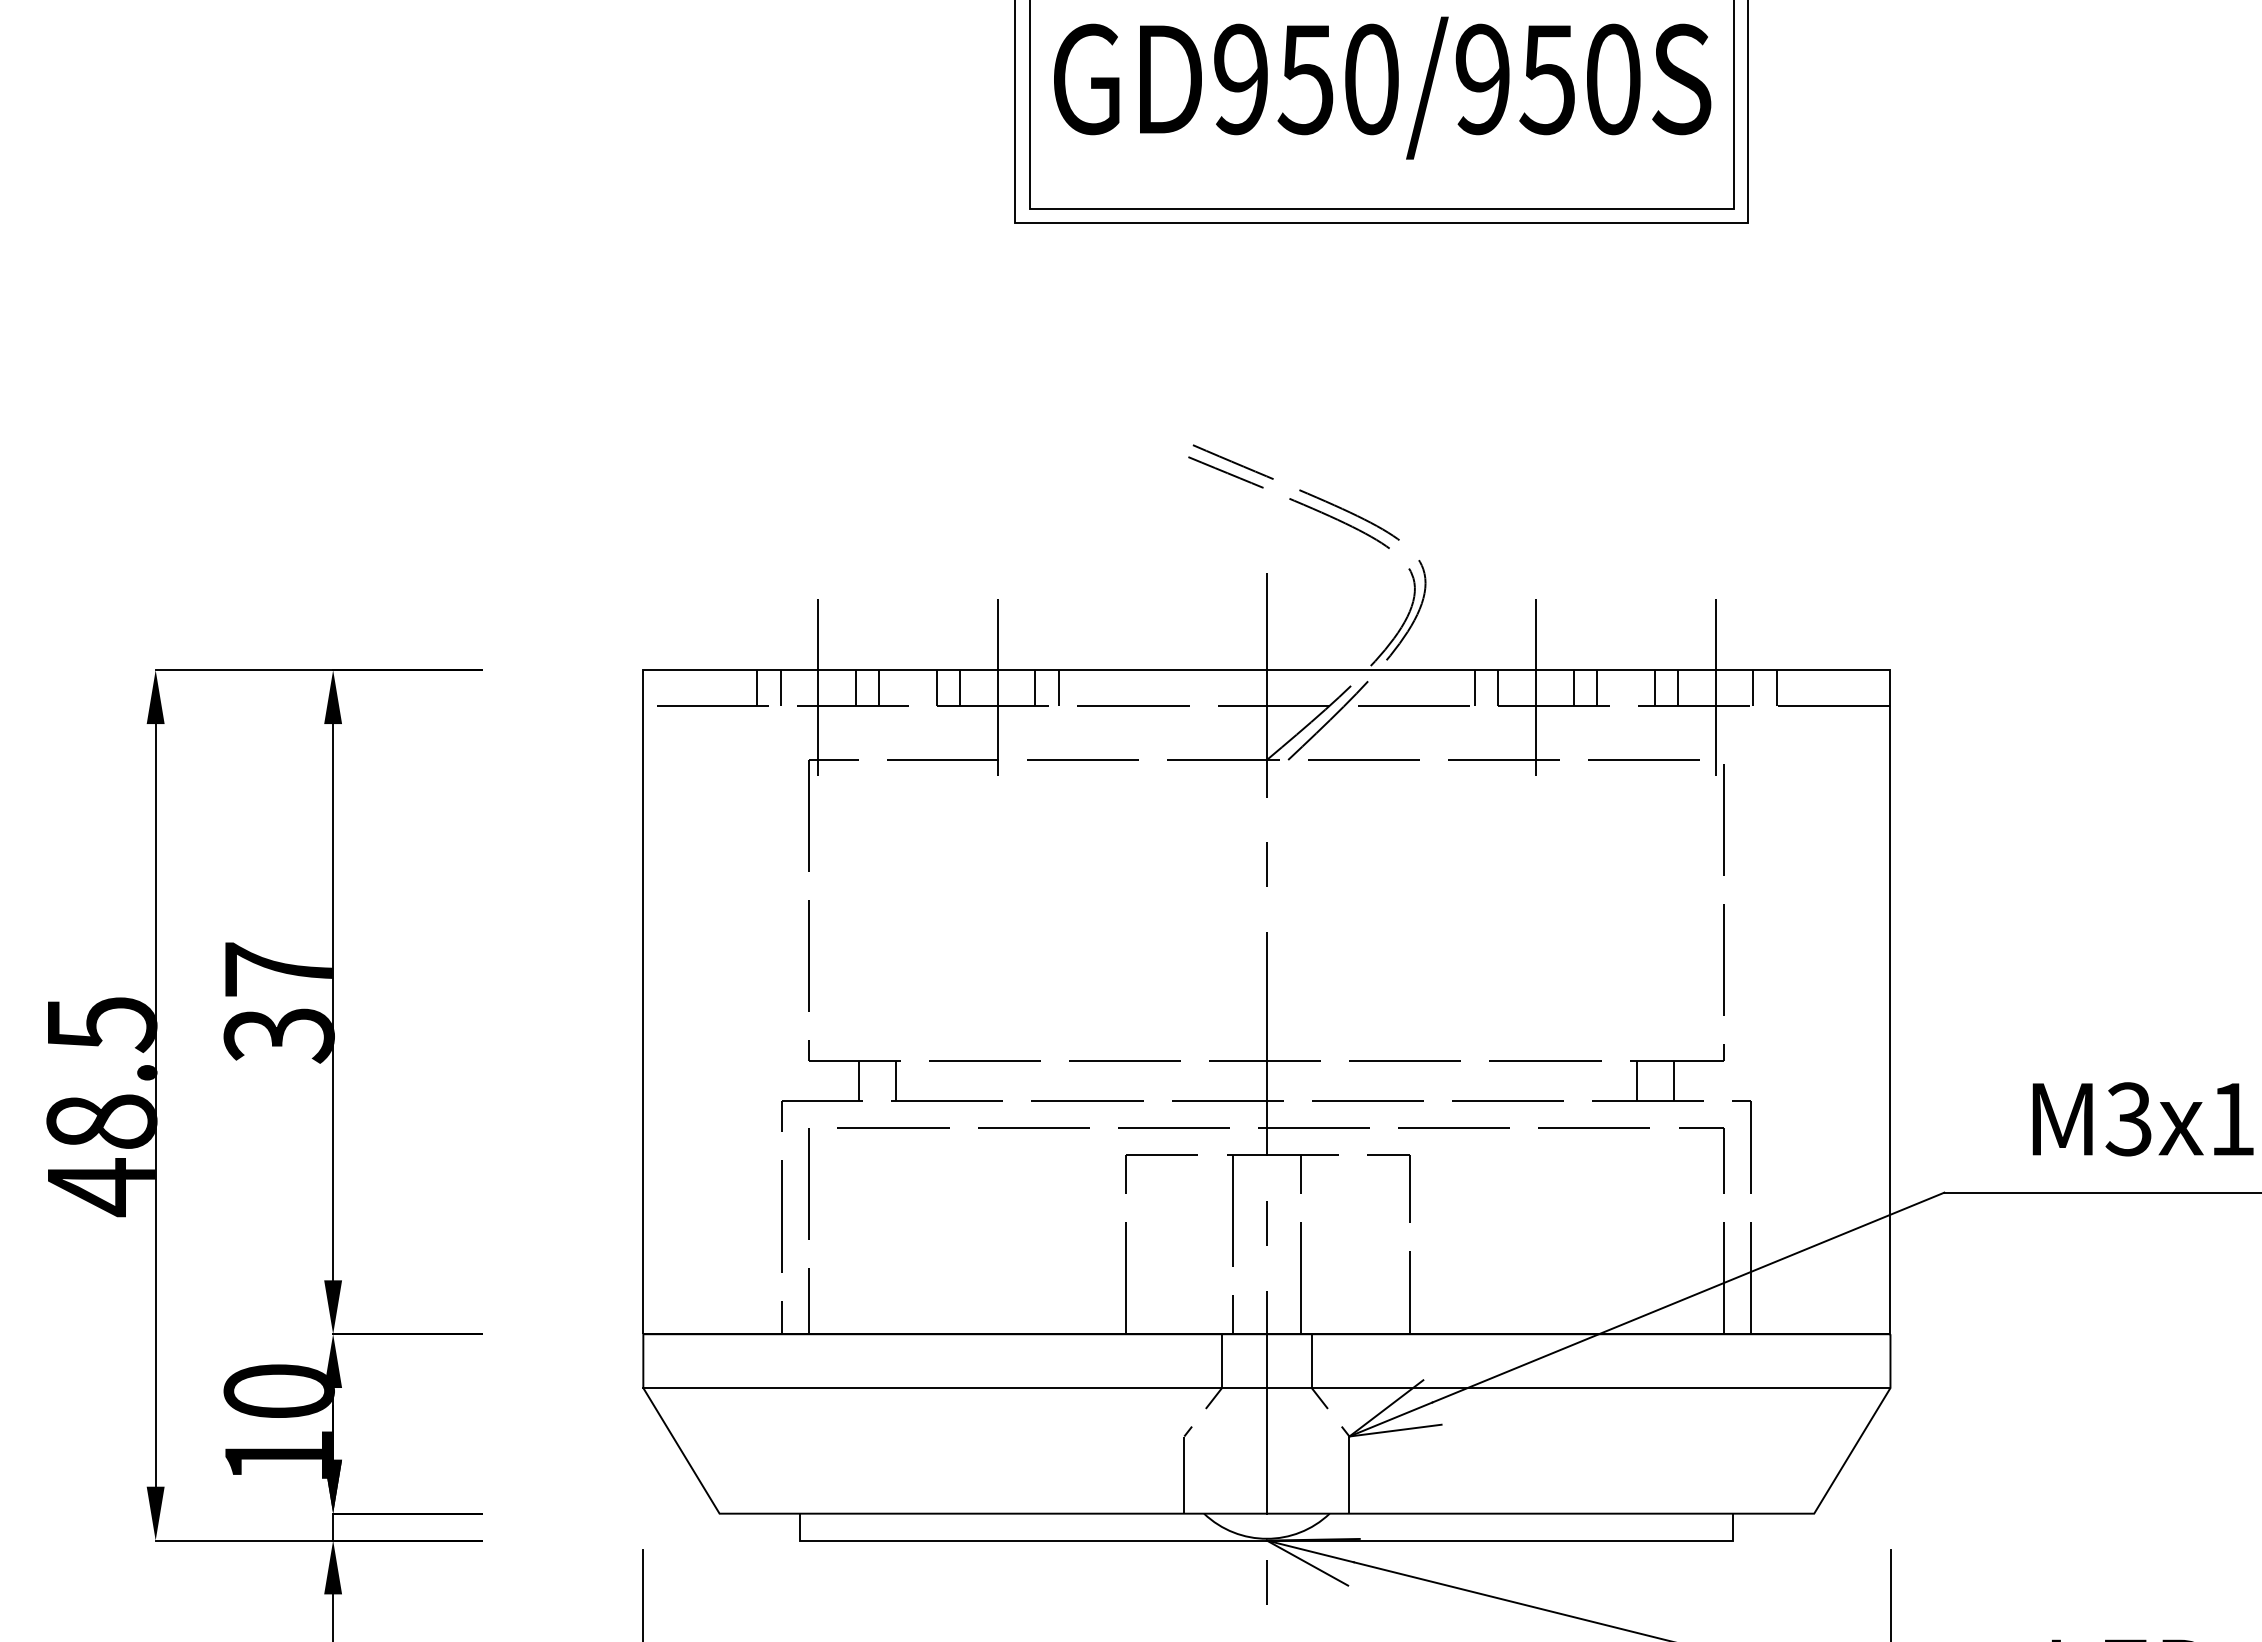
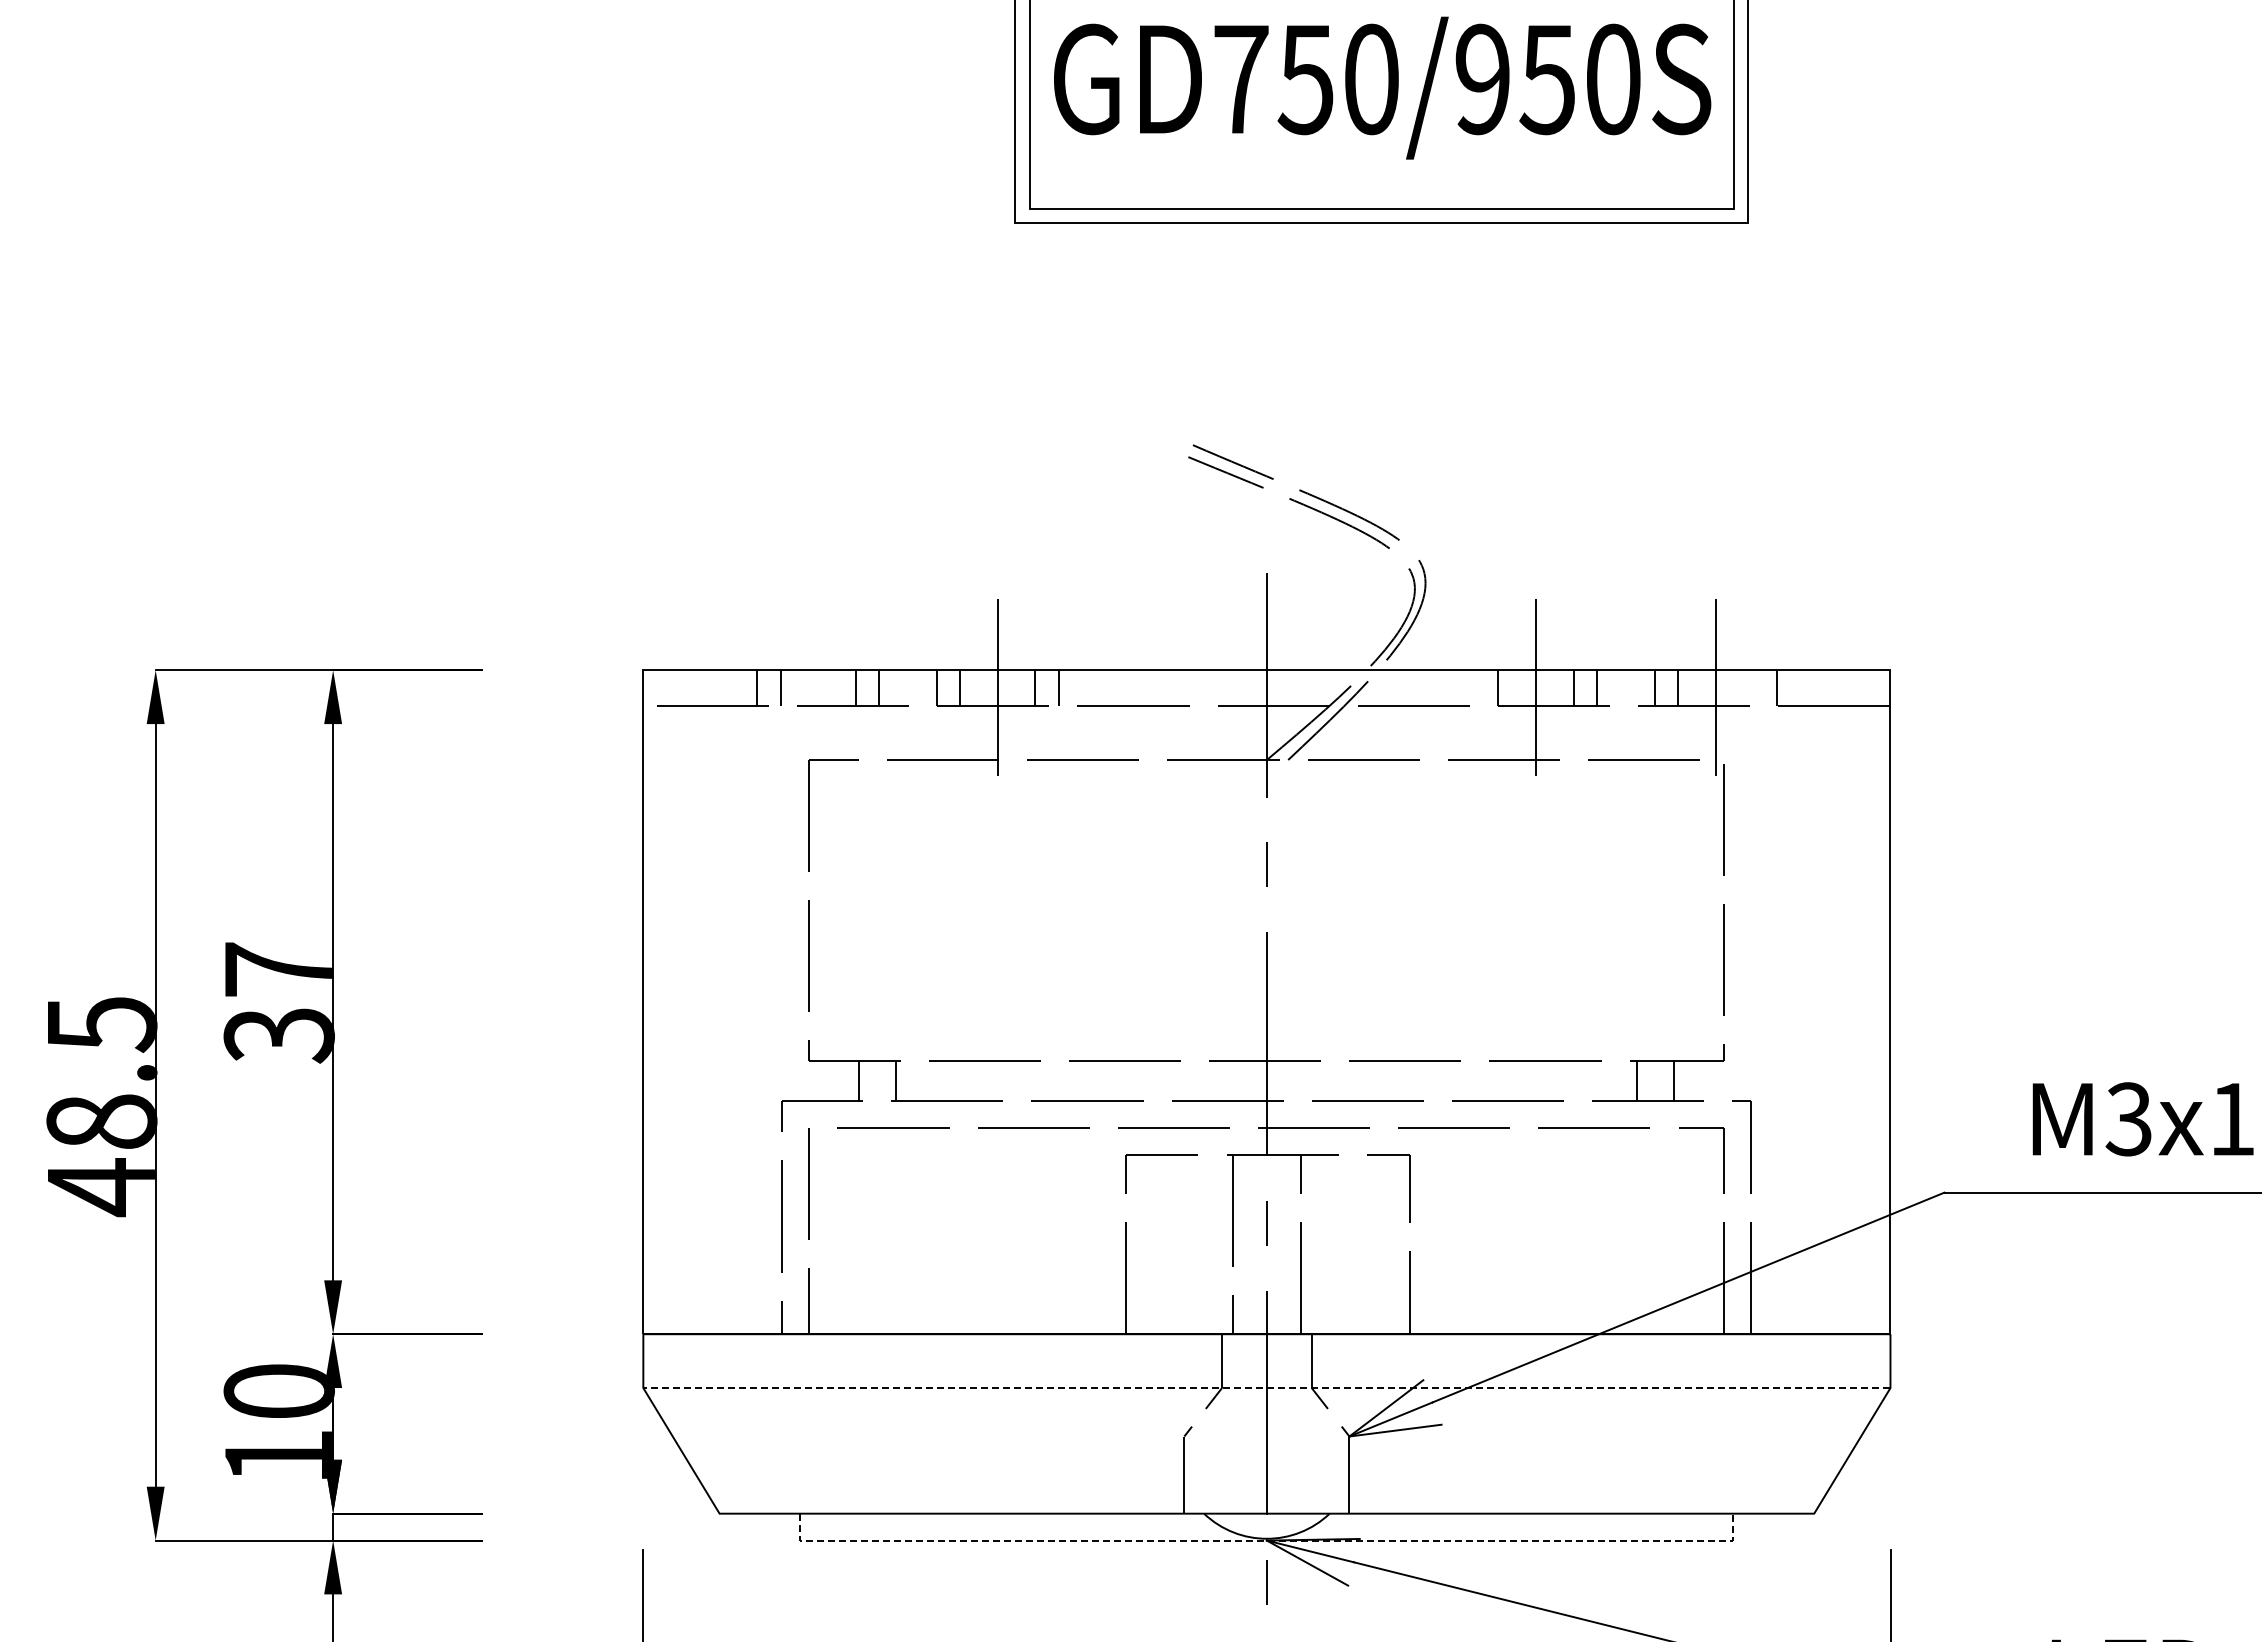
text at (1241, 79): GD950/950S -> GD750/950S
line at (818, 687): present -> none
line at (1475, 688): present -> none
line at (1753, 688): present -> none
line at (1266, 1388): solid -> dashed
line at (1266, 1540): solid -> dashed
